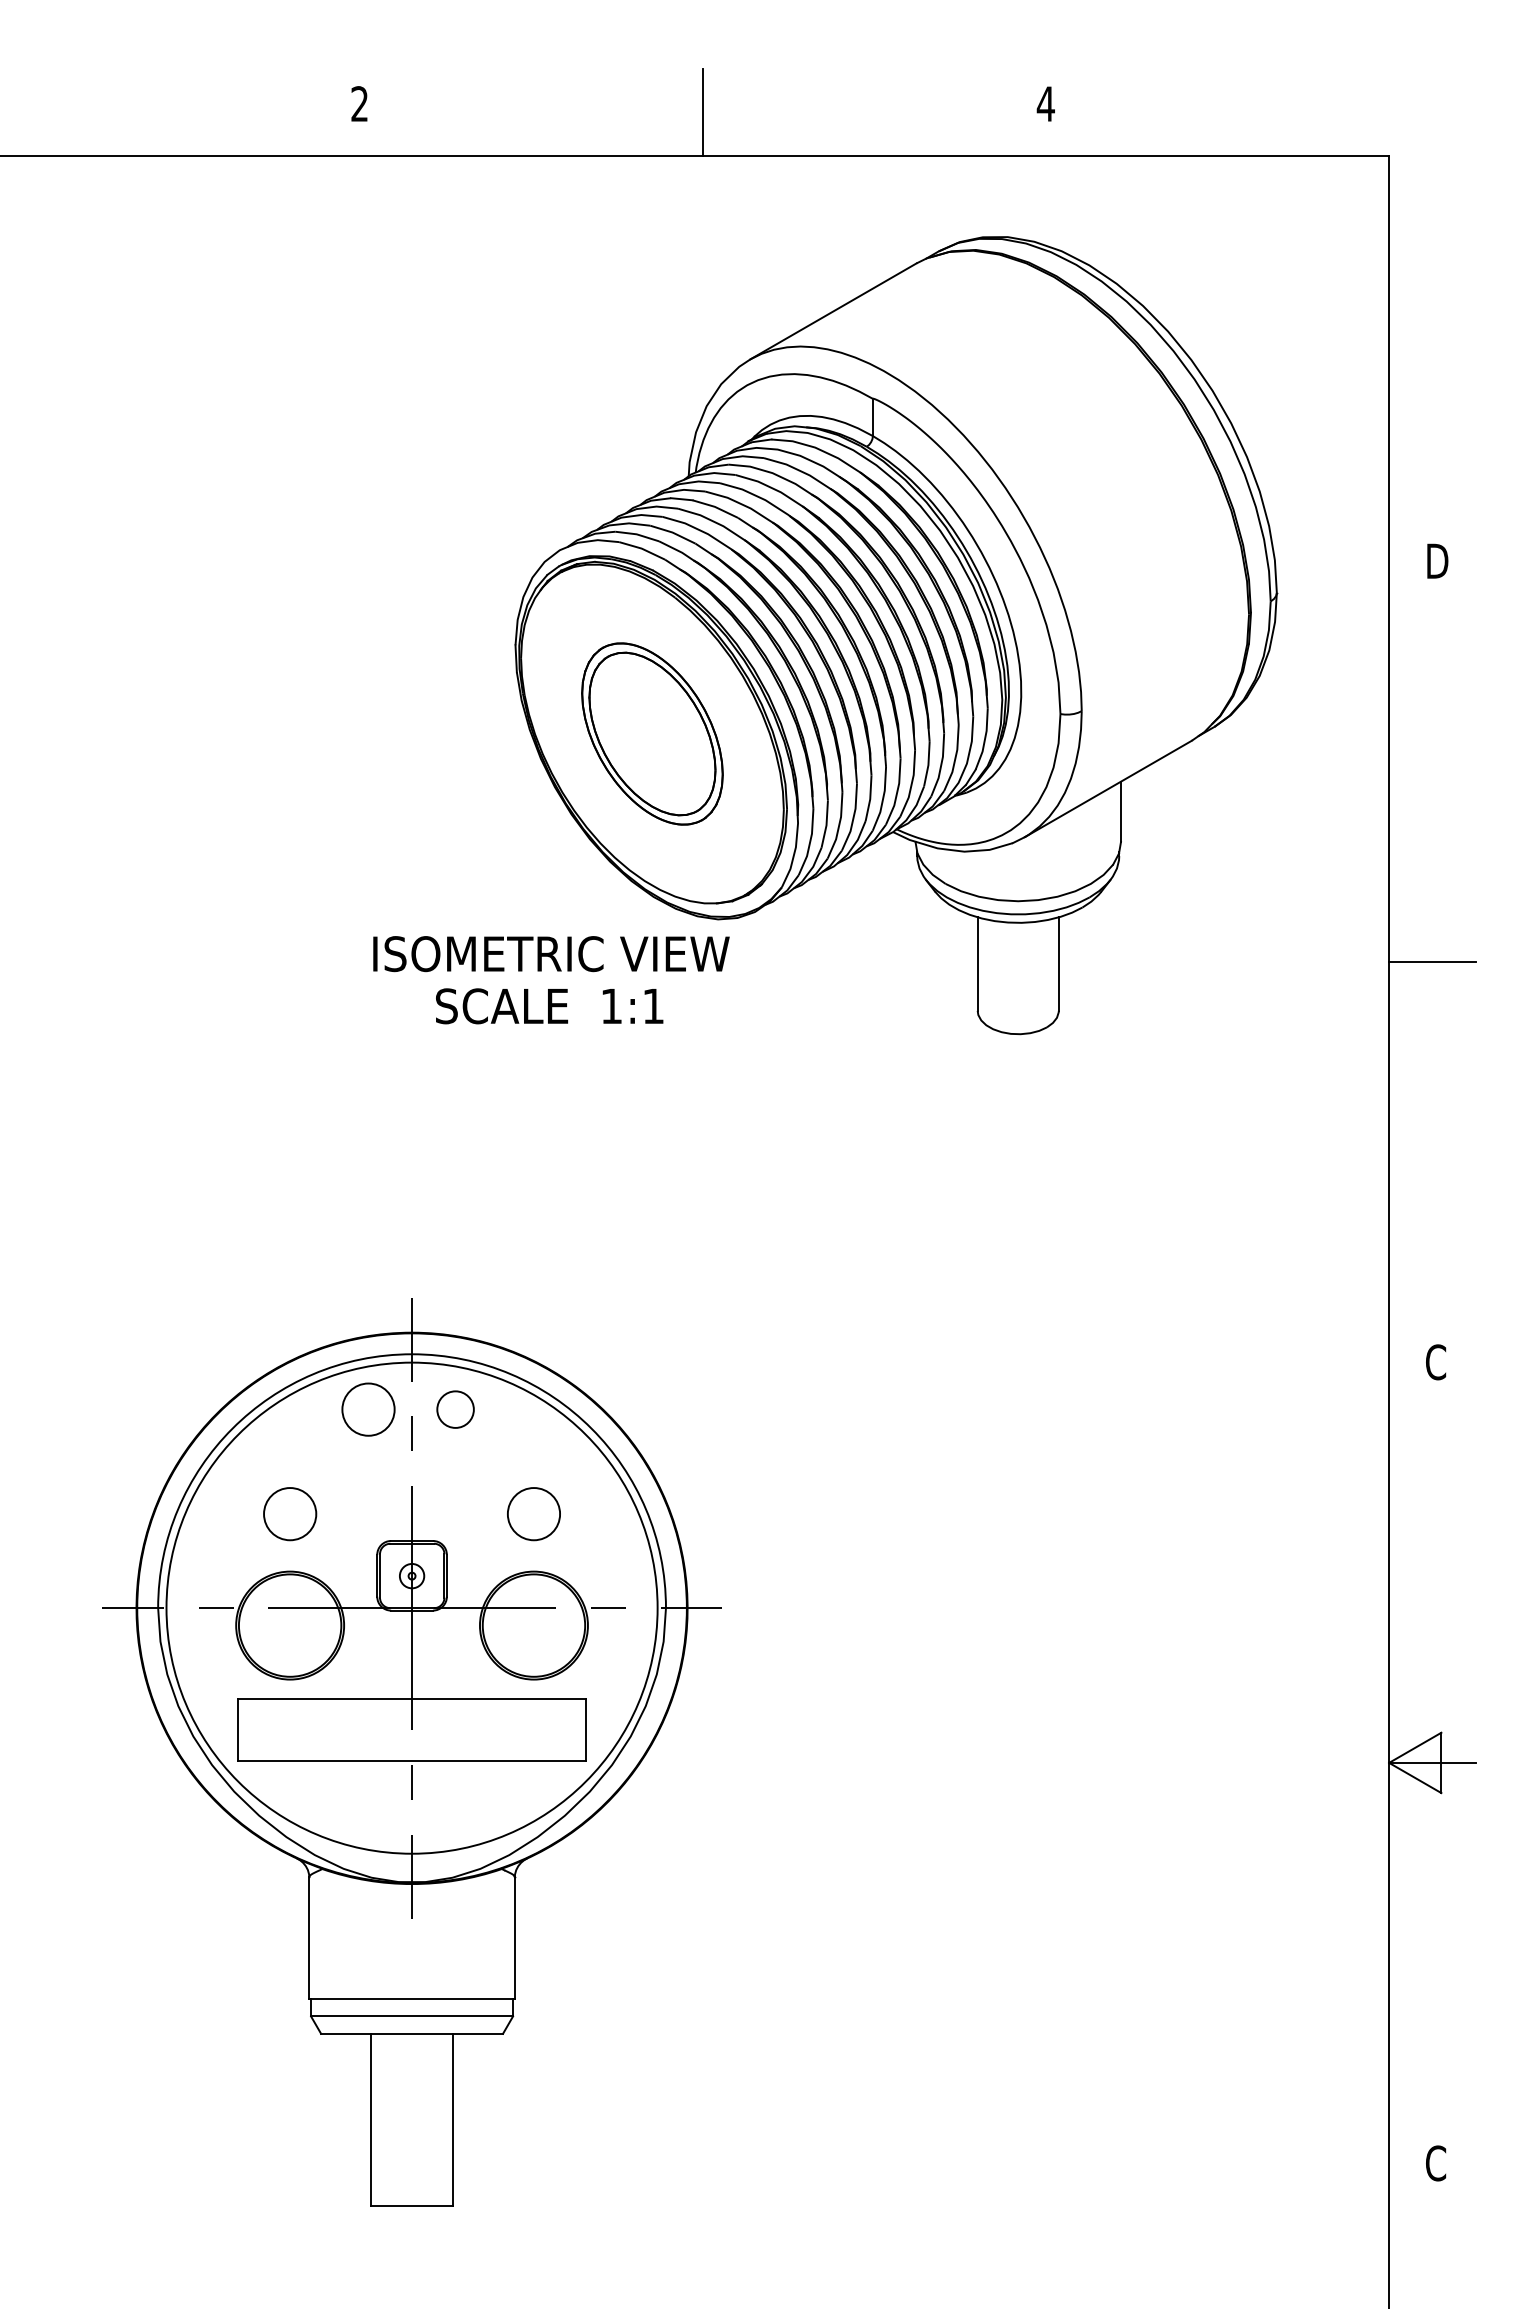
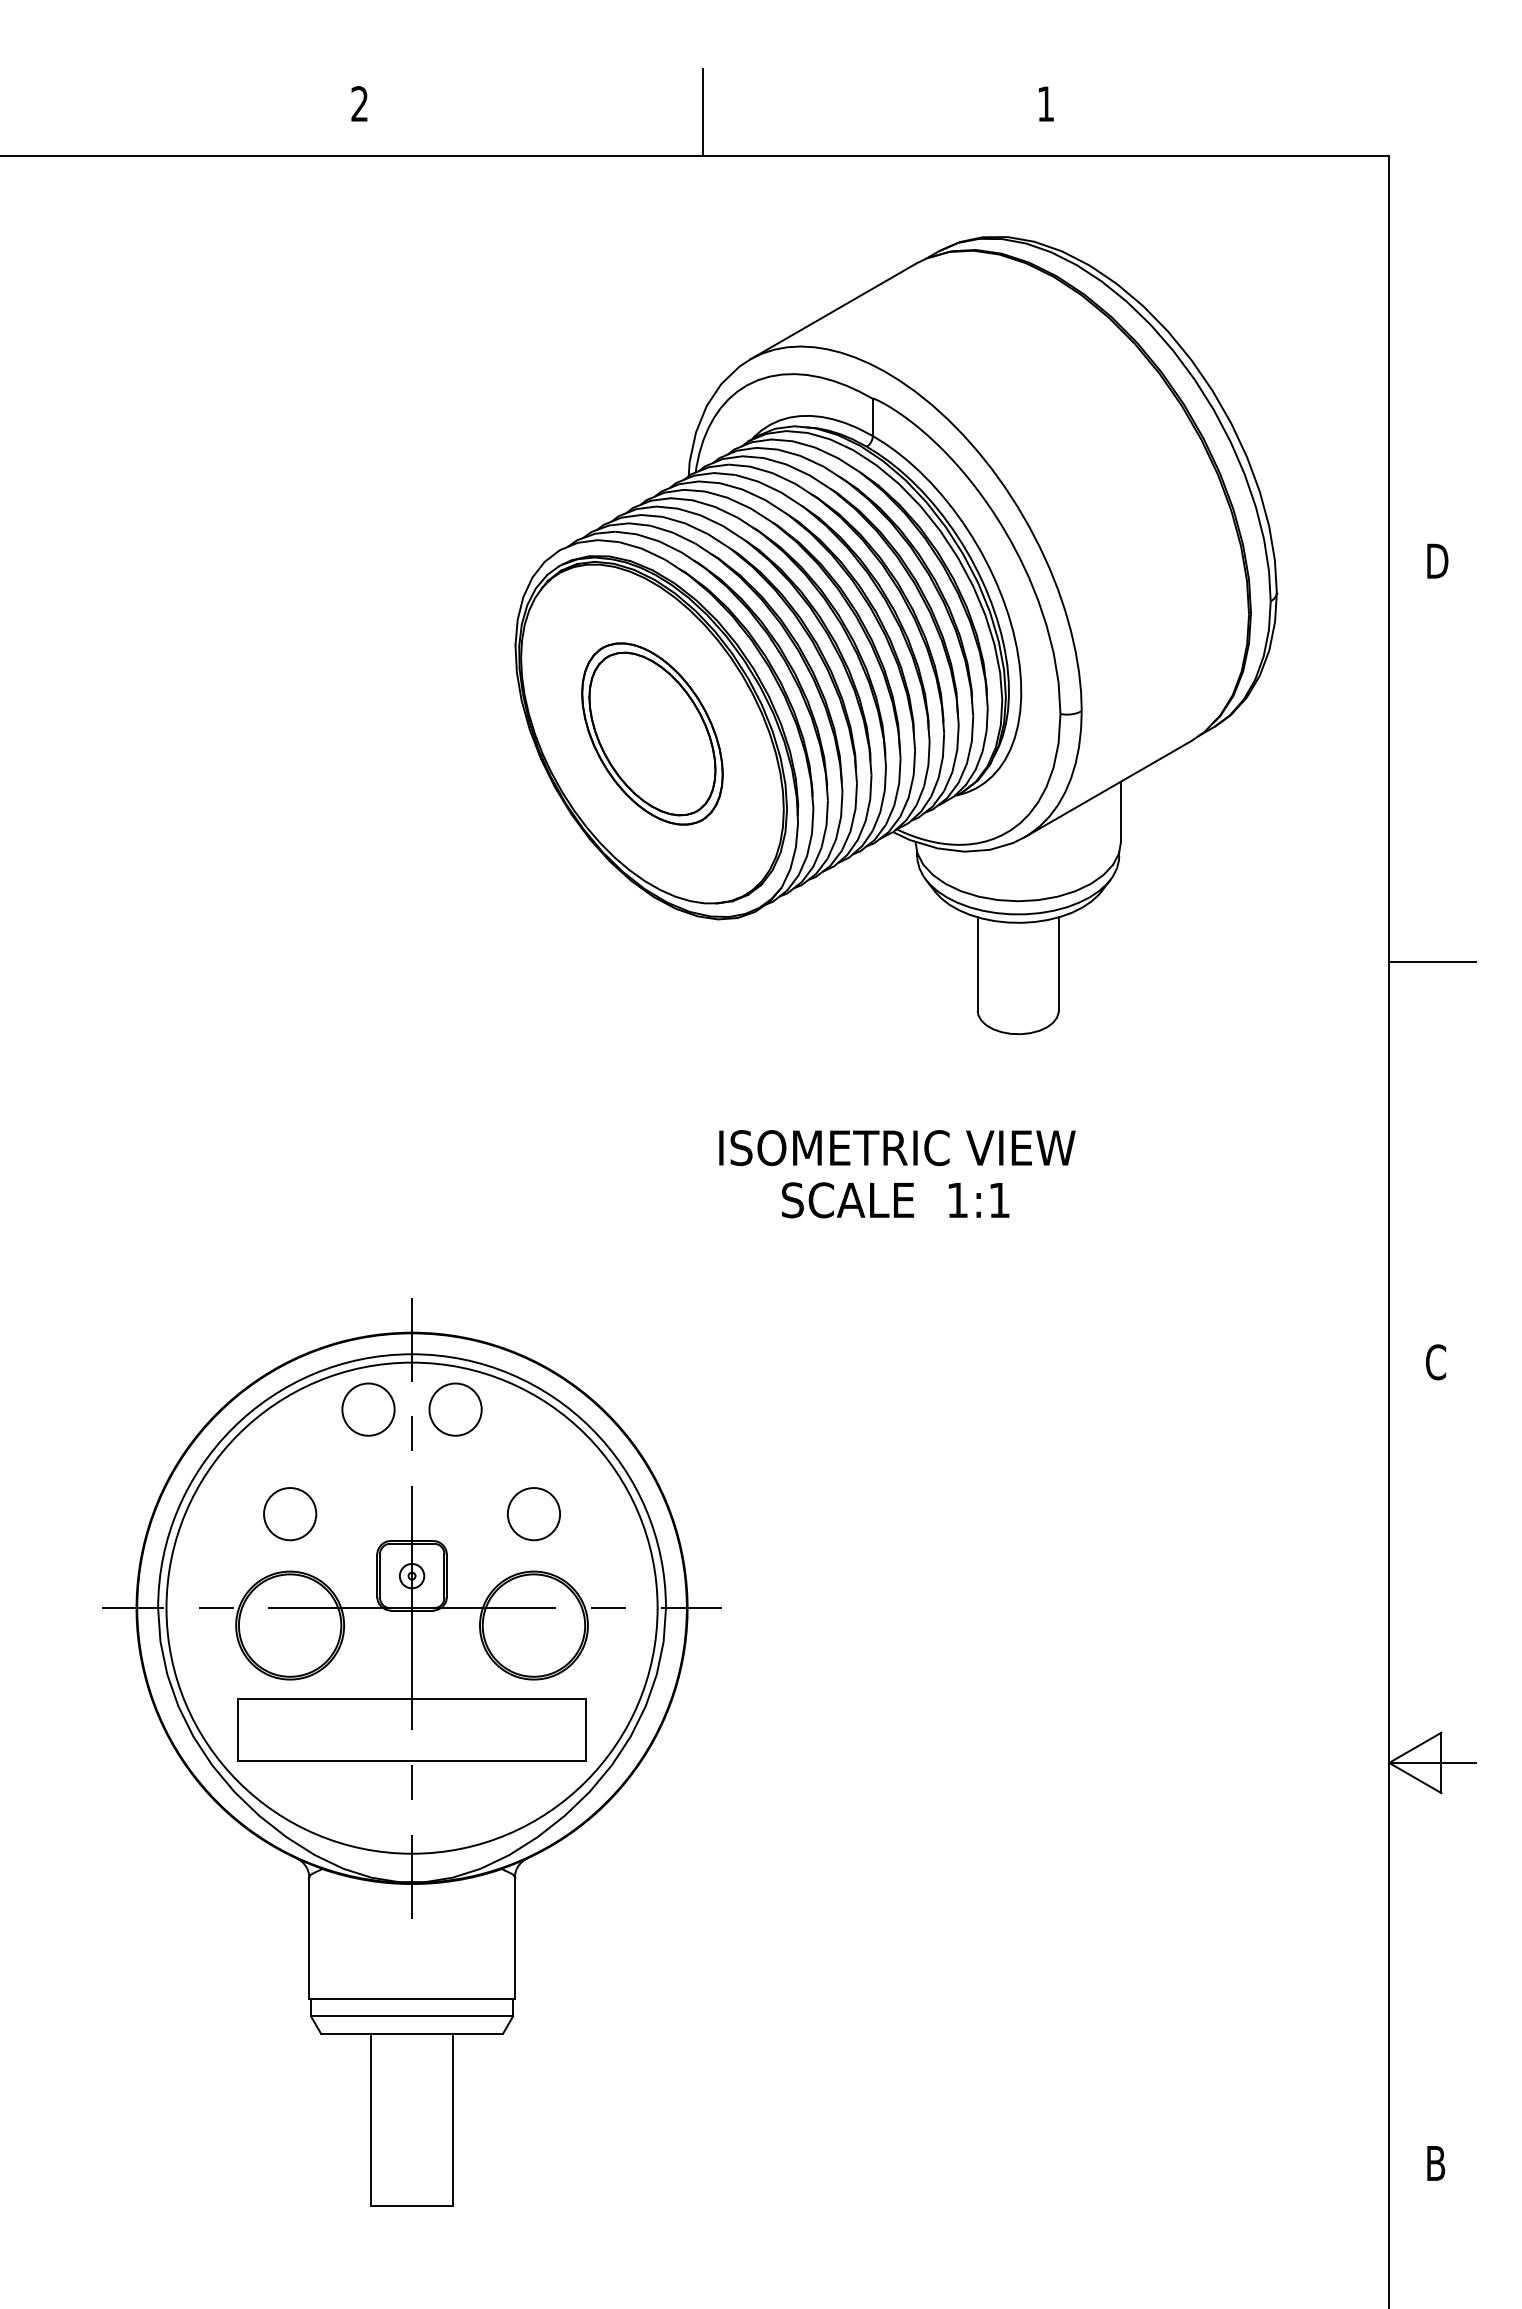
text at (1045, 103): 4 -> 1
text at (551, 980) position: (551, 980) -> (897, 1174)
circle at (455, 1409) diameter: 37 px -> 52 px
text at (1436, 2163): C -> B
